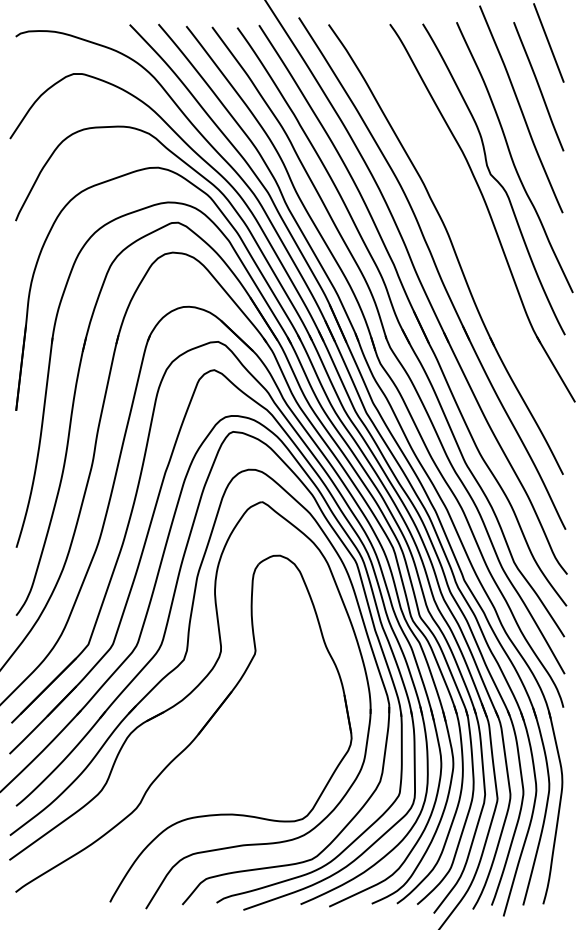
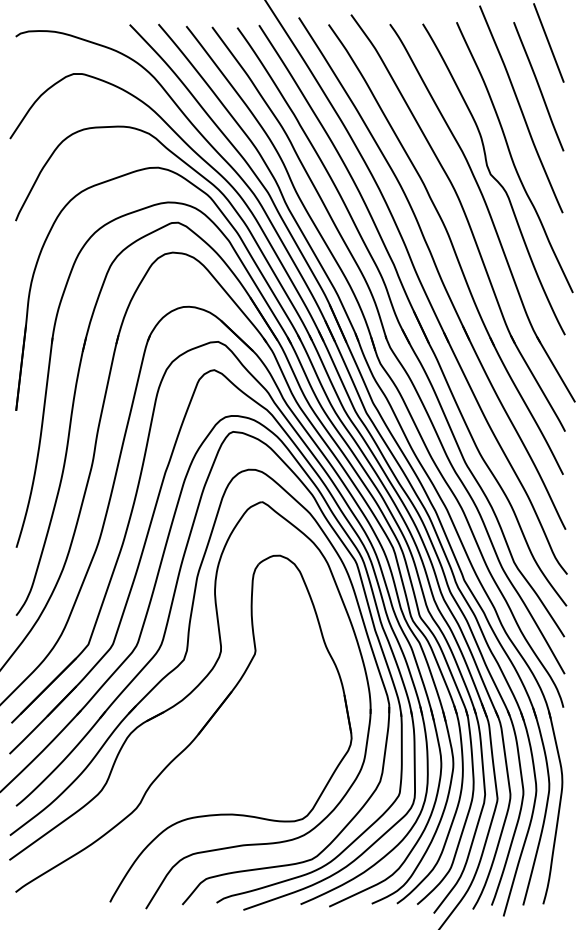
part at (465, 218): none -> present
